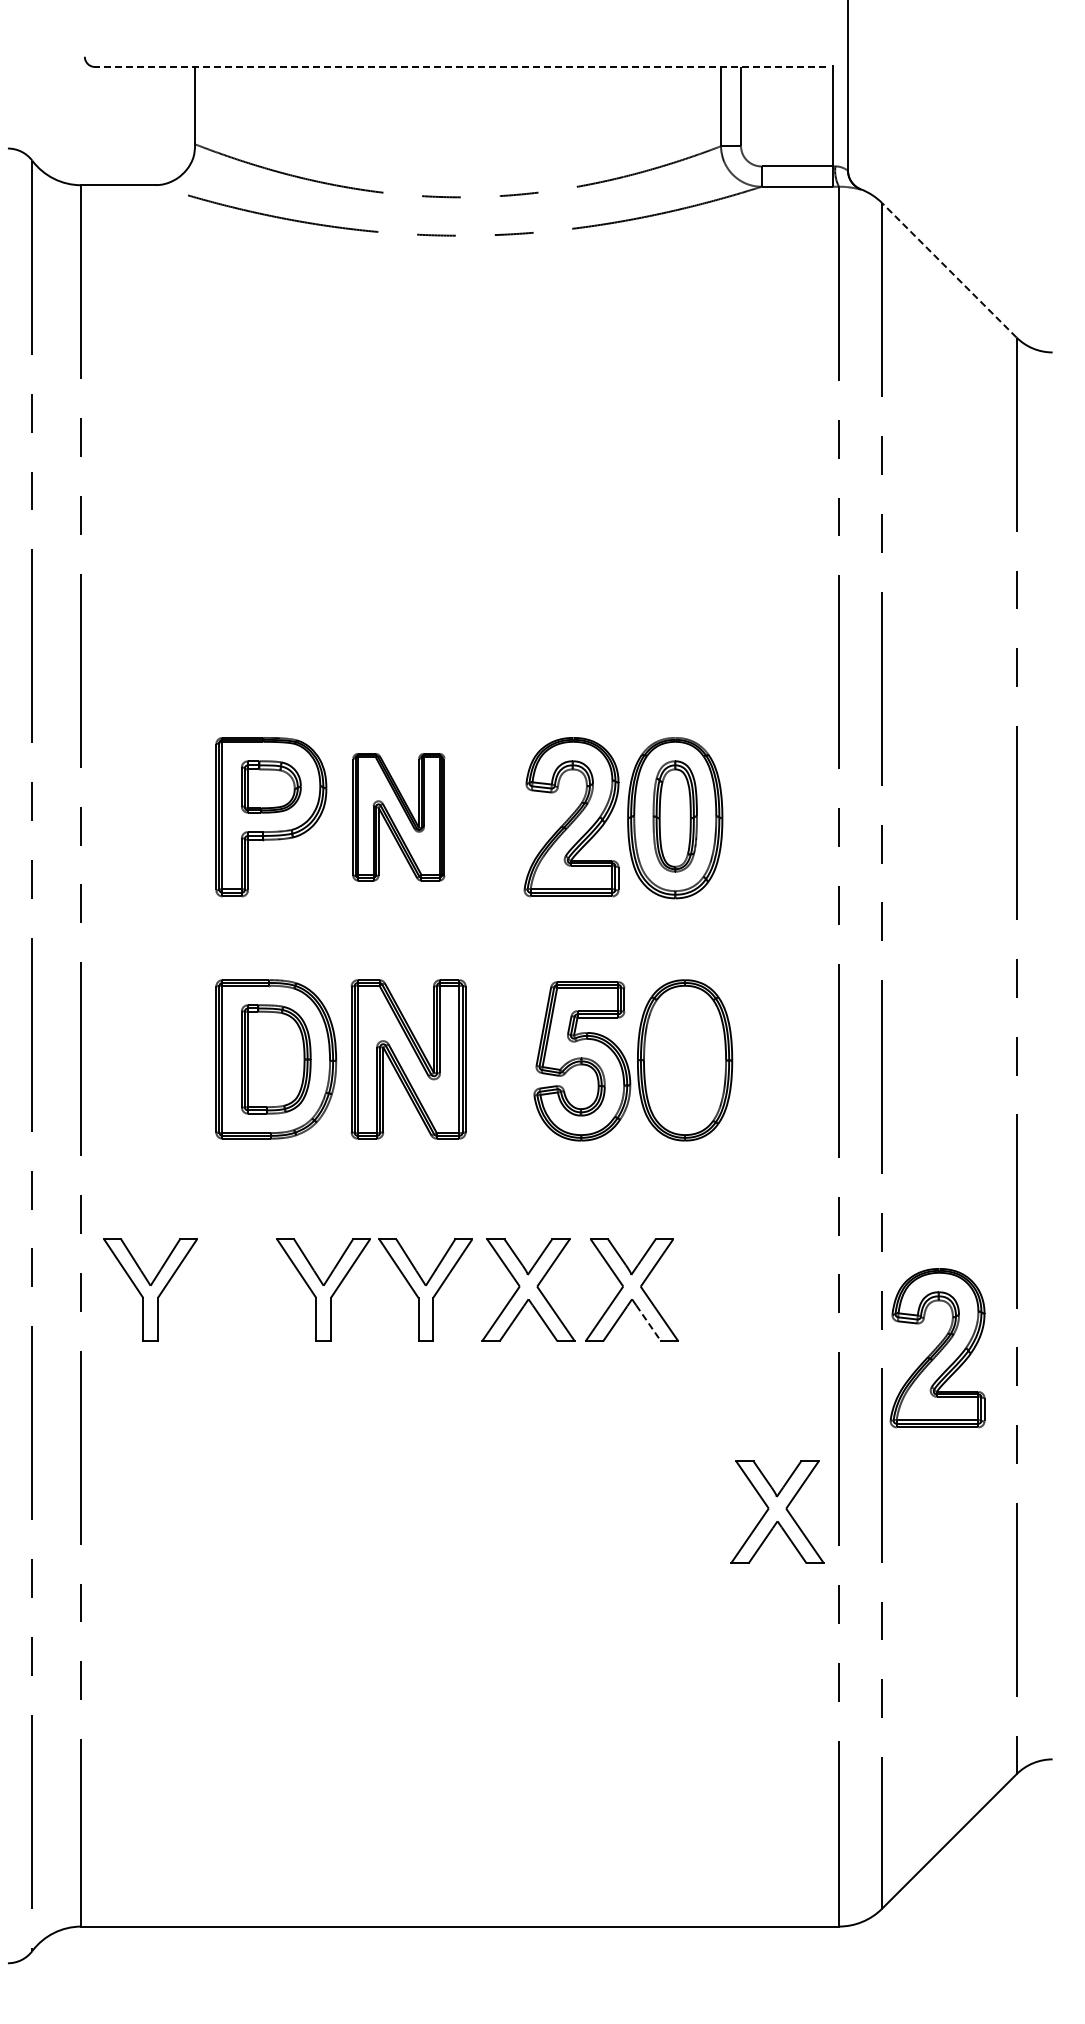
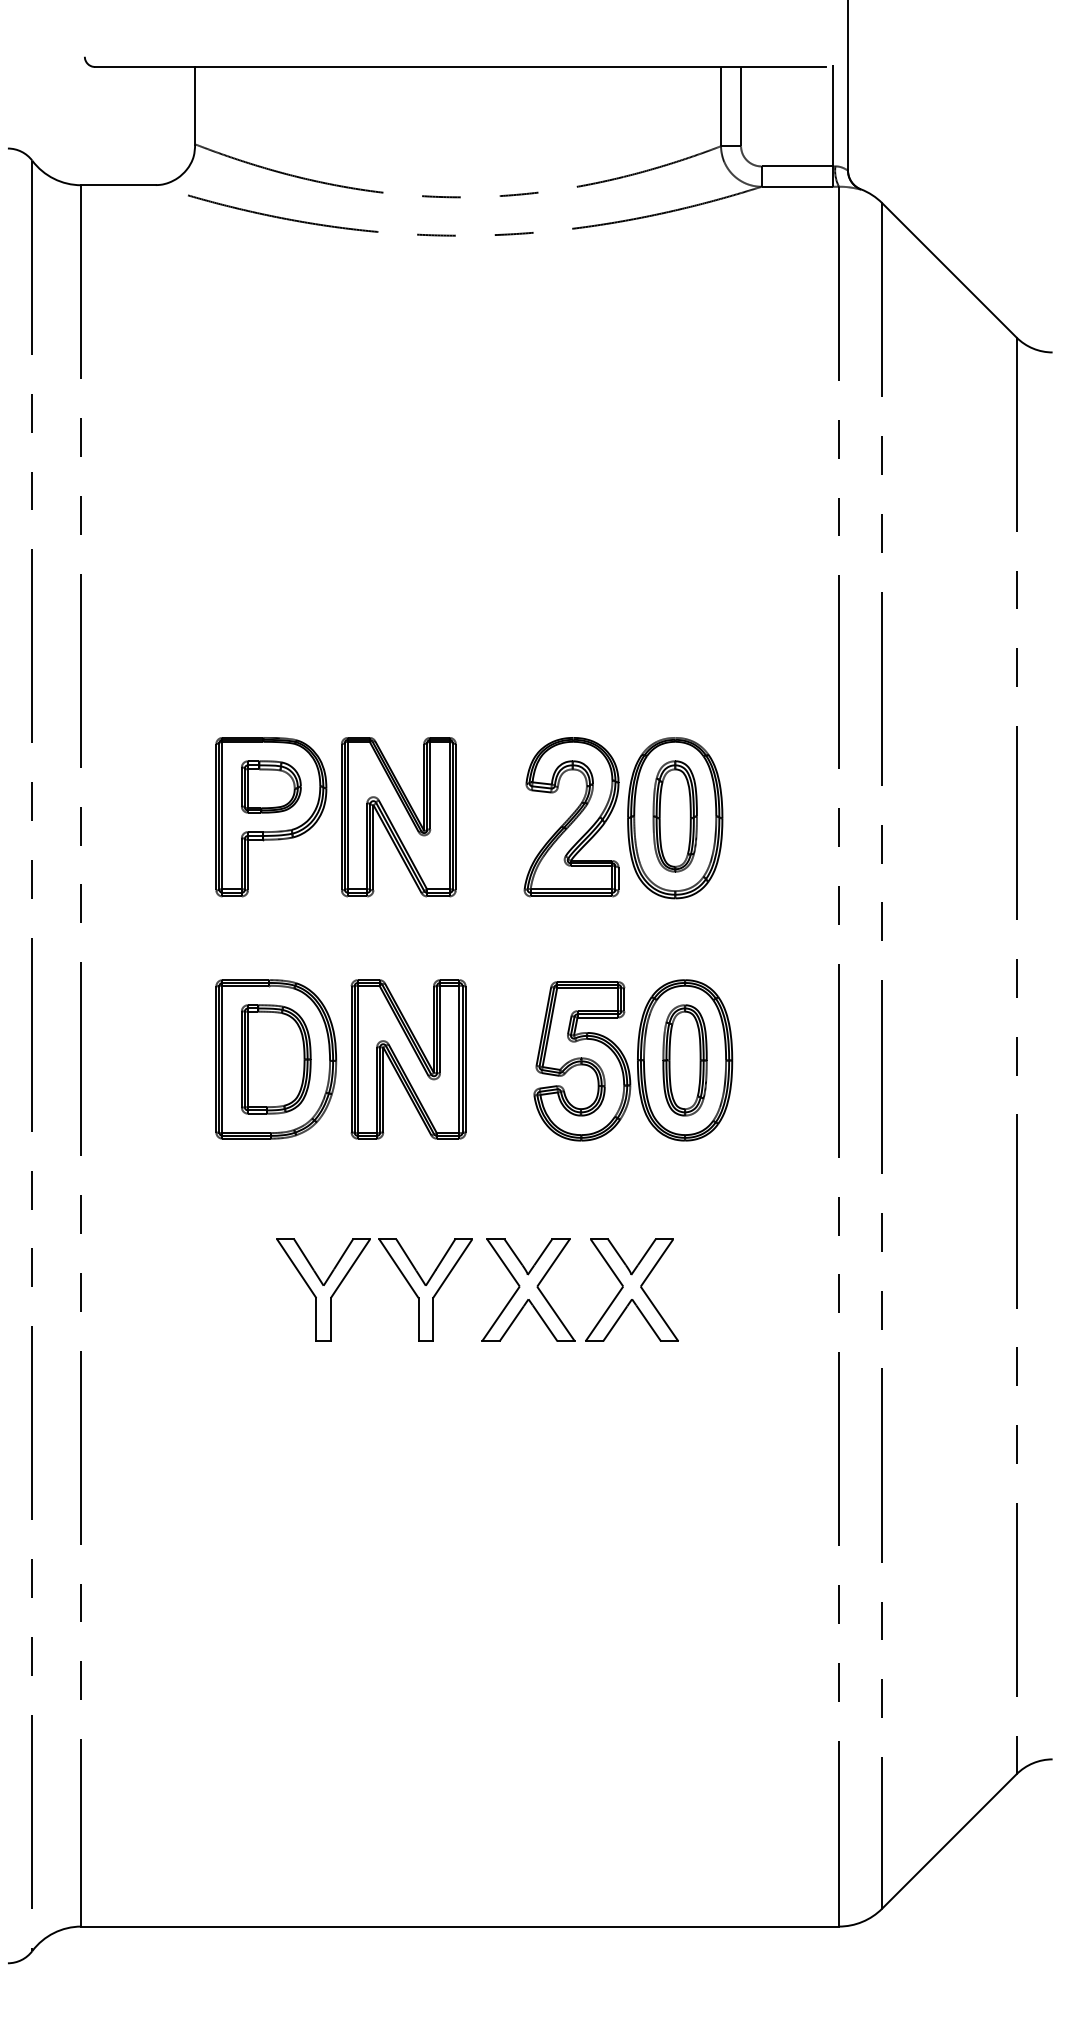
line at (460, 67): dashed -> solid
line at (949, 270): dashed -> solid
part at (398, 817) size: 94x129 px -> 116x161 px
part at (684, 1060): none -> present
part at (150, 1289): present -> none
line at (648, 1323): dashed -> solid
part at (937, 1348): present -> none
part at (777, 1511): present -> none
